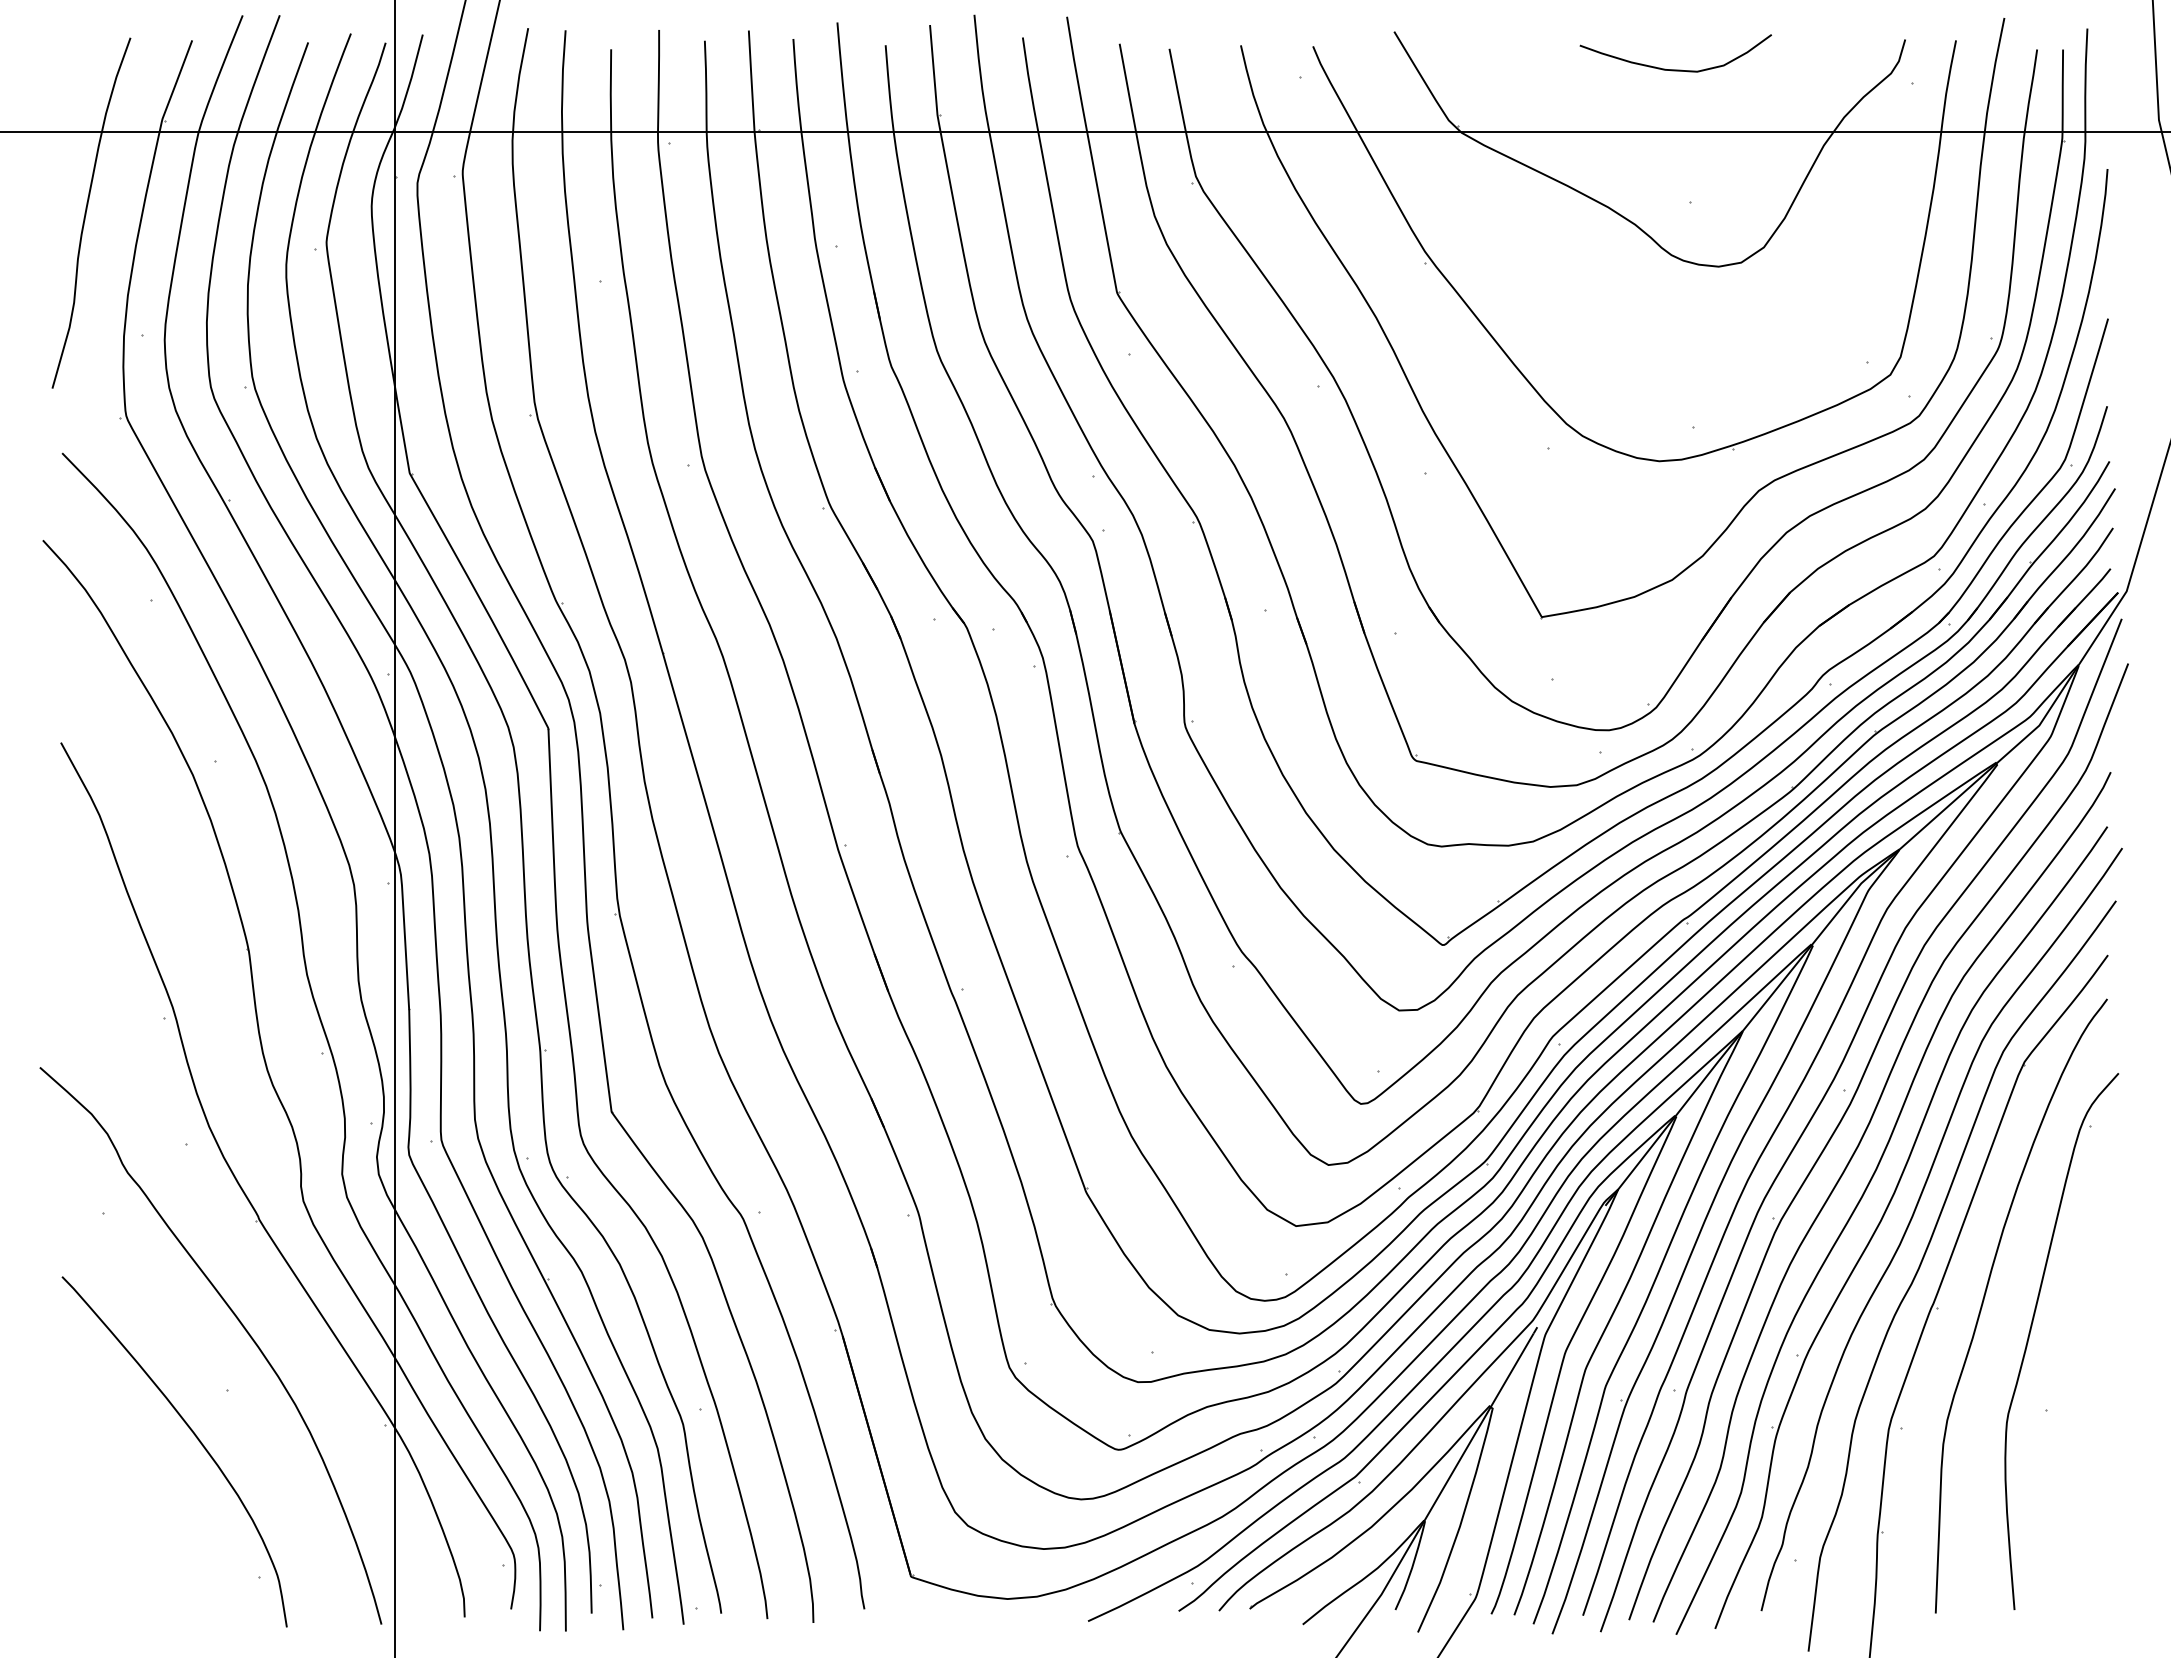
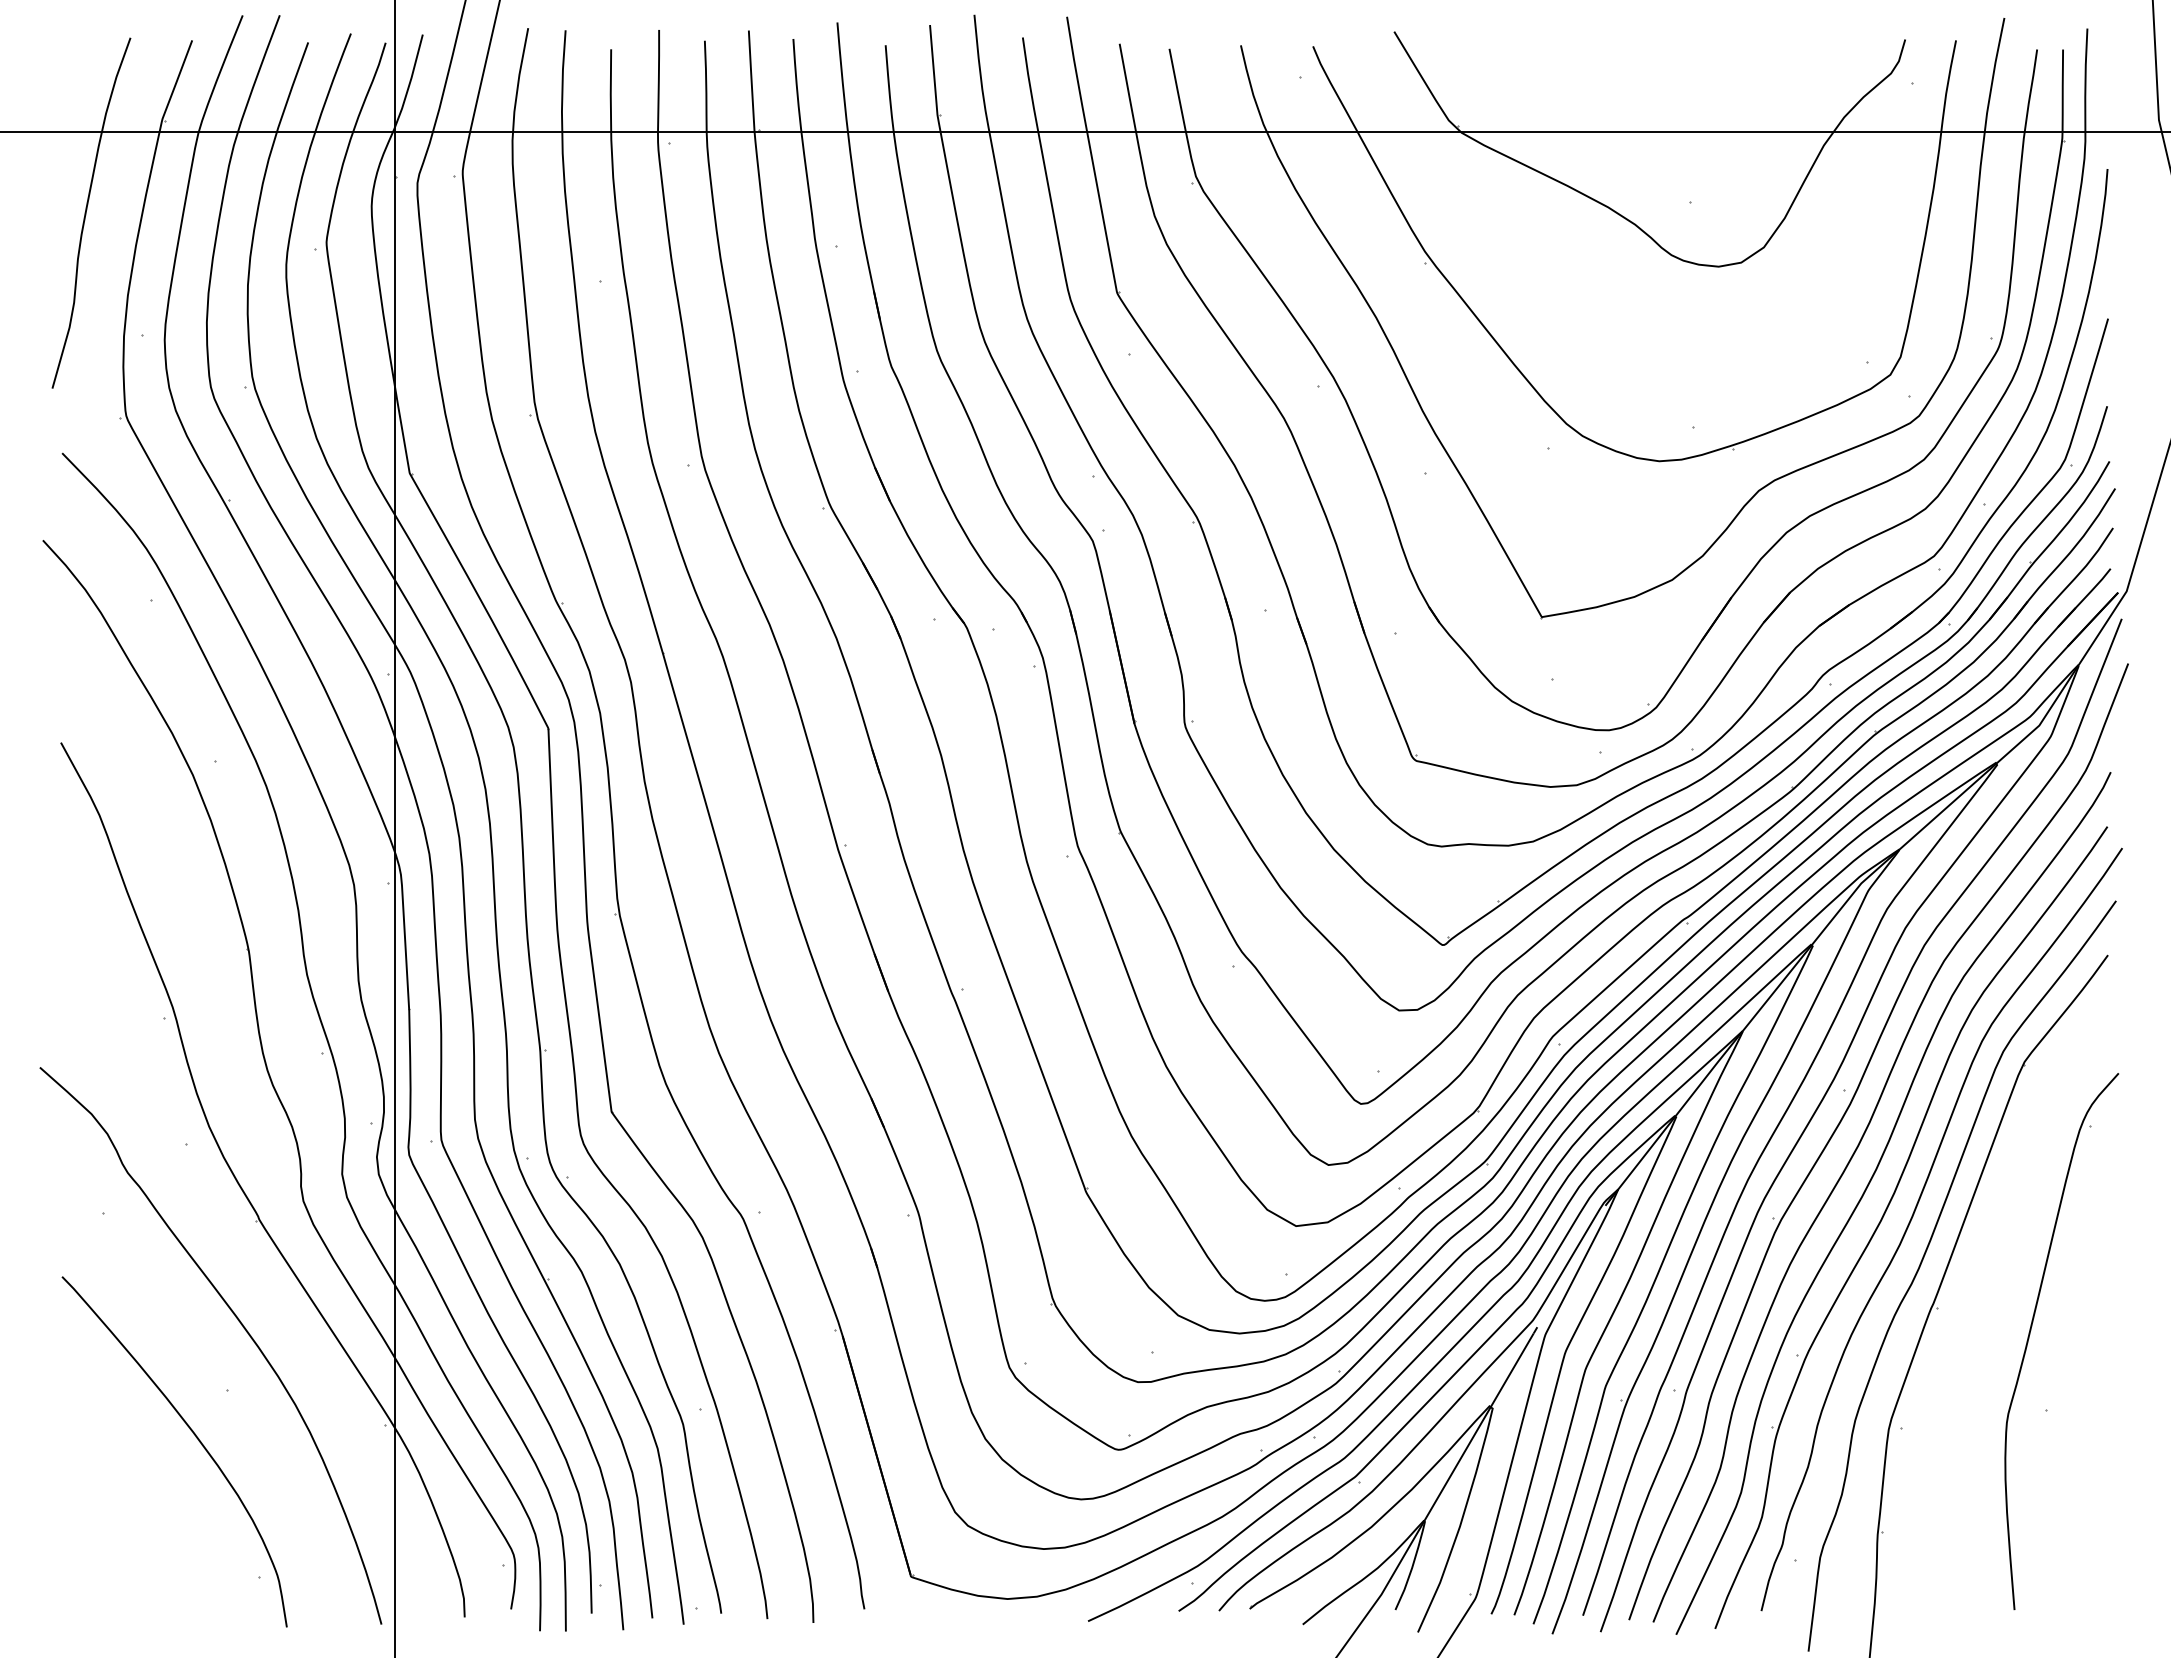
curve at (1675, 69): present -> none
curve at (1986, 1293): present -> none
